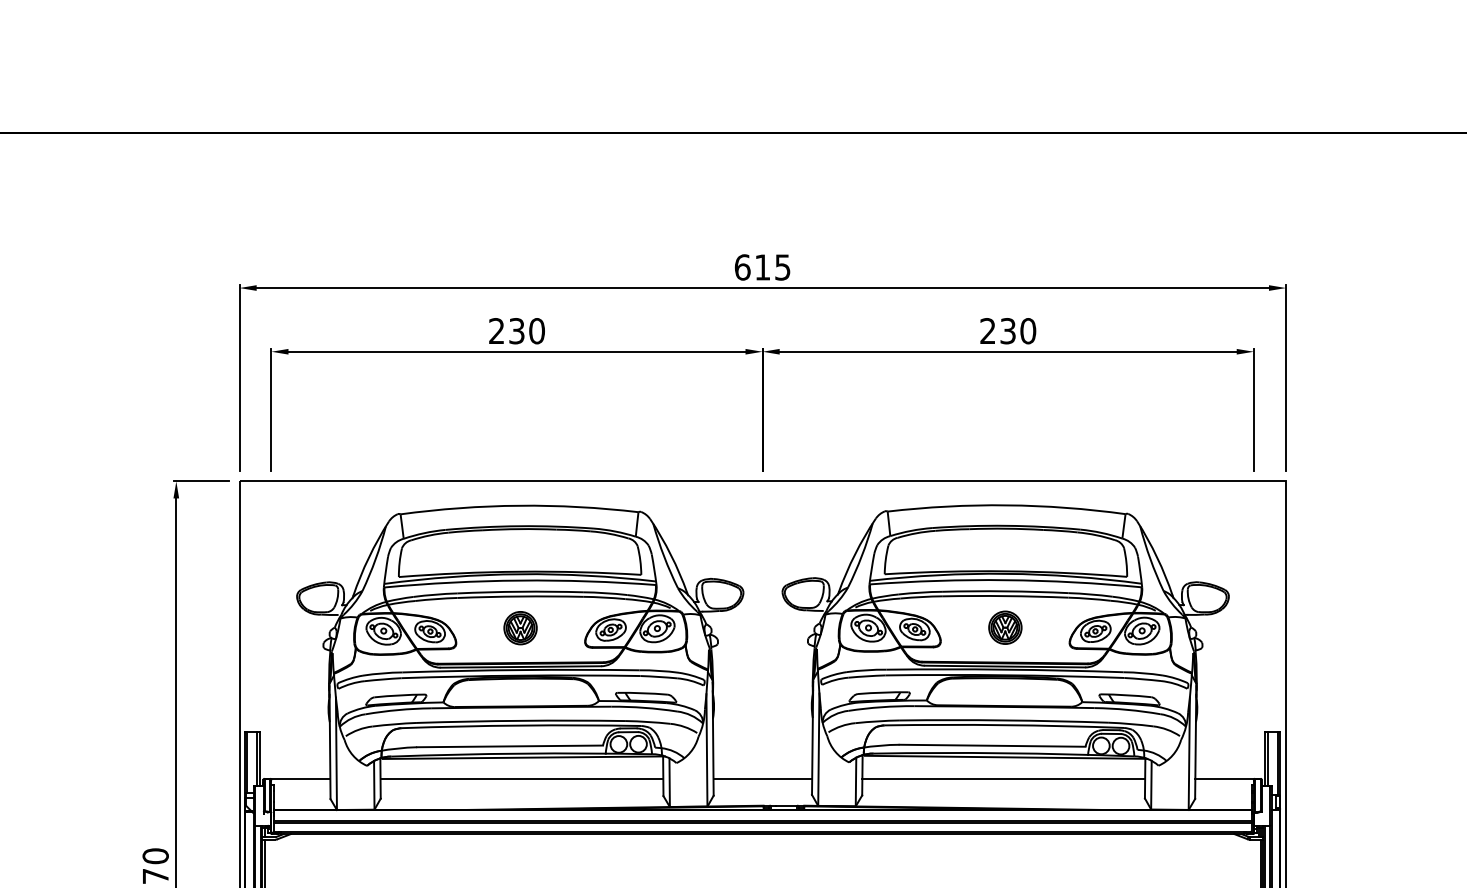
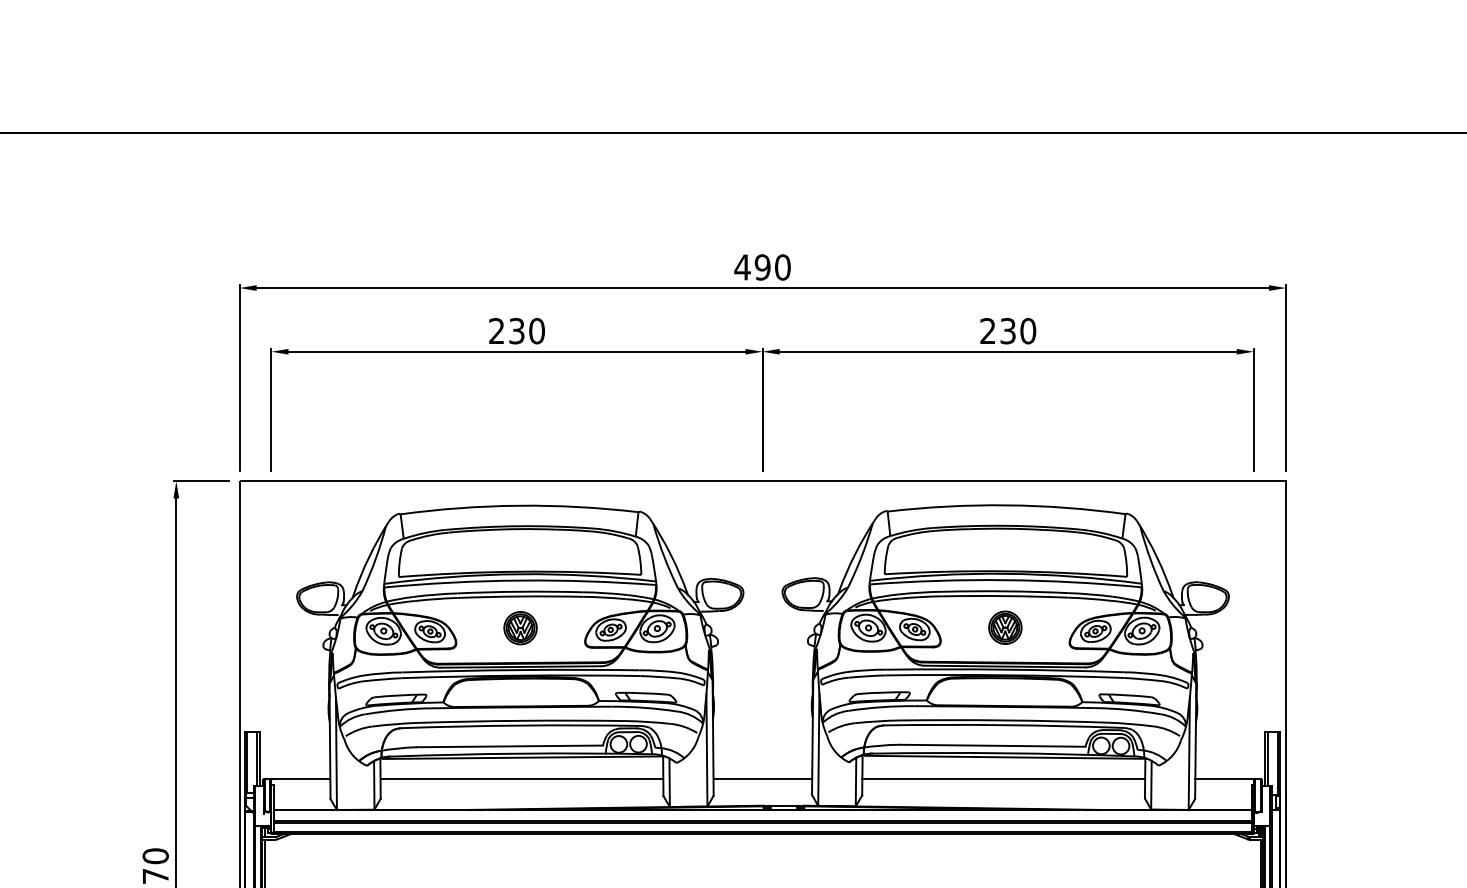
text at (762, 267): 615 -> 490
